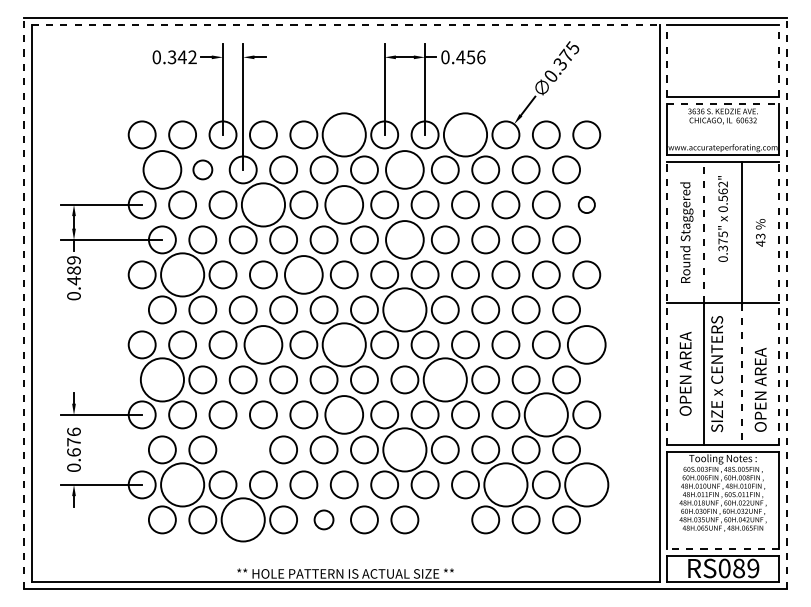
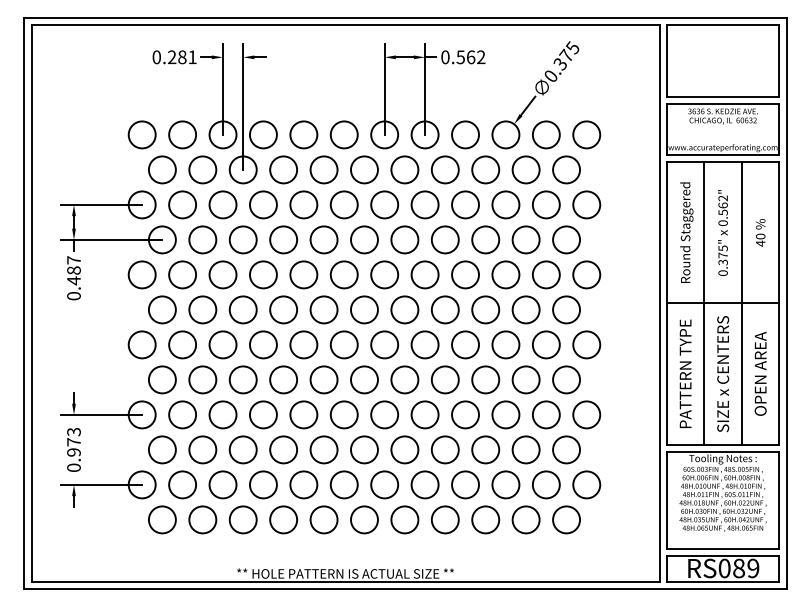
line at (346, 25): dashed -> solid
text at (181, 57): 0.342 -> 0.281
text at (470, 57): 0.456 -> 0.562
line at (666, 61): dashed -> solid
line at (779, 61): dashed -> solid
line at (723, 104): dashed -> solid
circle at (343, 134) diameter: 43 px -> 27 px
circle at (465, 134) diameter: 43 px -> 27 px
circle at (162, 169) diameter: 38 px -> 27 px
circle at (202, 169) size: 22x22 px -> 30x30 px
circle at (404, 169) diameter: 38 px -> 27 px
circle at (263, 204) diameter: 43 px -> 27 px
circle at (344, 204) diameter: 38 px -> 27 px
circle at (586, 204) size: 19x18 px -> 30x30 px
text at (722, 218) position: (722, 218) -> (722, 232)
line at (704, 232): dashed -> solid
text at (760, 236): 43 -> 40
circle at (404, 239) diameter: 38 px -> 27 px
text at (73, 260): 0.489 -> 0.487
circle at (182, 274) diameter: 43 px -> 27 px
circle at (303, 274) diameter: 38 px -> 27 px
line at (24, 303): dashed -> solid
line at (666, 303): dashed -> solid
line at (779, 303): dashed -> solid
line at (786, 303): dashed -> solid
circle at (404, 309) diameter: 43 px -> 27 px
circle at (263, 344) diameter: 38 px -> 27 px
circle at (343, 344) diameter: 43 px -> 27 px
circle at (586, 344) diameter: 38 px -> 27 px
text at (685, 373): OPEN AREA -> PATTERN TYPE
text at (717, 374) position: (717, 374) -> (723, 374)
line at (741, 374): dashed -> solid
circle at (161, 379) diameter: 43 px -> 27 px
circle at (444, 379) diameter: 43 px -> 27 px
text at (760, 389) position: (760, 389) -> (760, 373)
circle at (344, 414) diameter: 38 px -> 27 px
circle at (545, 414) diameter: 43 px -> 27 px
text at (73, 441): 0.676 -> 0.973
circle at (242, 449): none -> present
circle at (404, 449) diameter: 43 px -> 27 px
circle at (182, 484) diameter: 43 px -> 27 px
circle at (505, 484) diameter: 43 px -> 27 px
circle at (586, 484) diameter: 43 px -> 27 px
circle at (242, 519) diameter: 43 px -> 27 px
circle at (323, 519) size: 22x22 px -> 30x30 px
circle at (445, 519): none -> present
line at (722, 548): dashed -> solid
